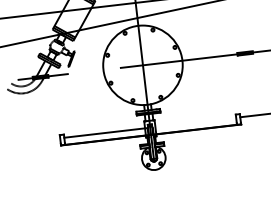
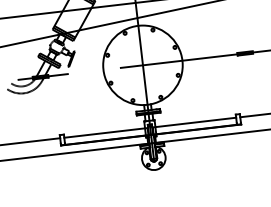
line at (194, 122): none -> present
line at (31, 141): none -> present
line at (134, 144): none -> present
